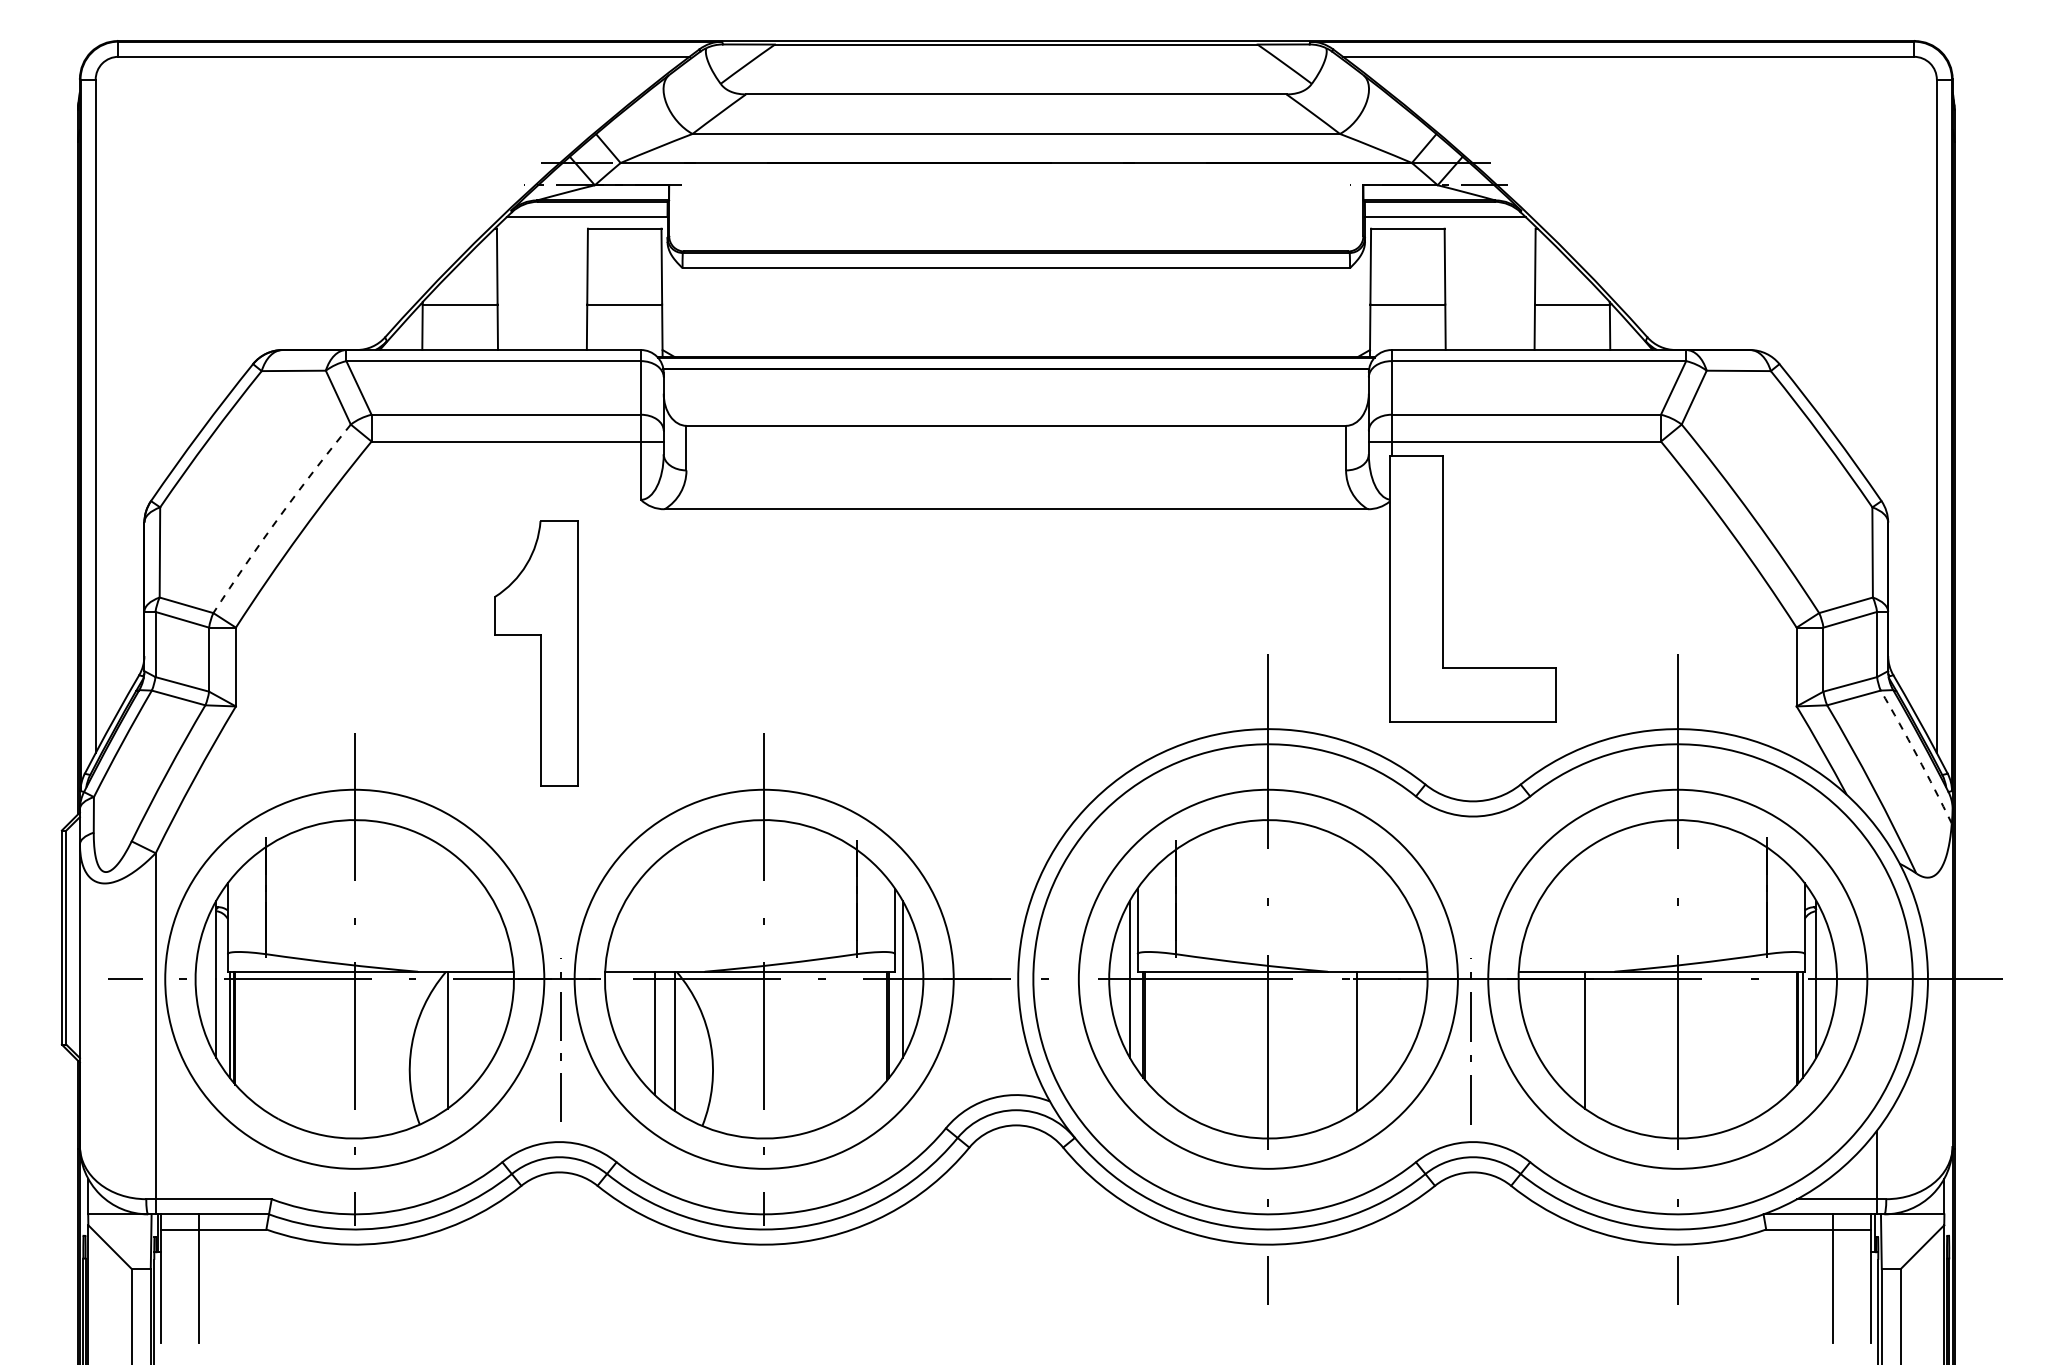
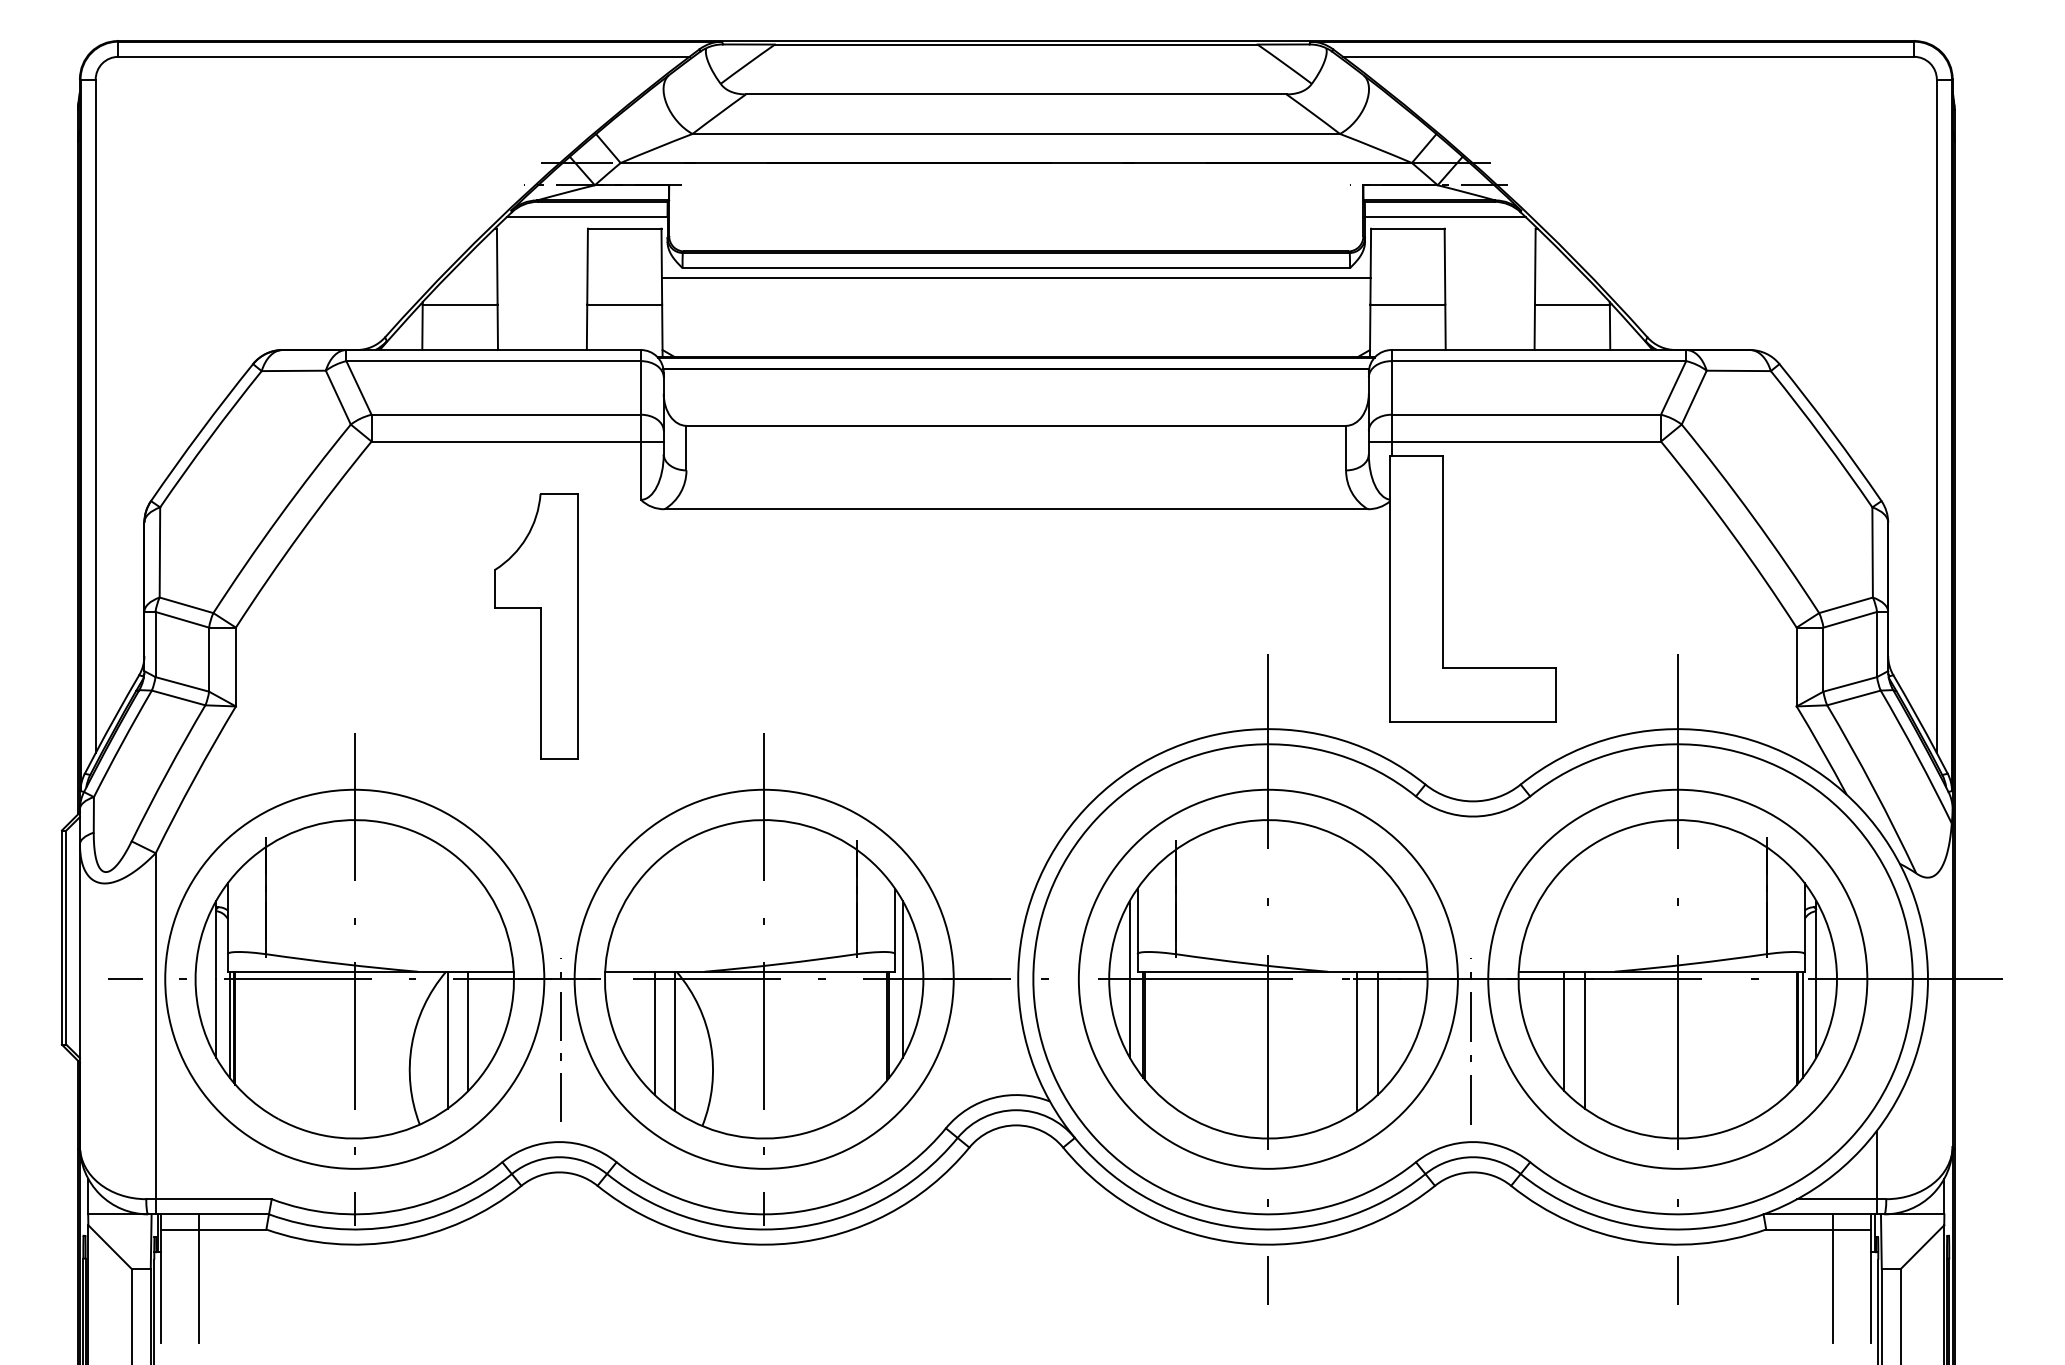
line at (1015, 278): none -> present
arc at (279, 516): dashed -> solid
part at (536, 653) position: (536, 653) -> (536, 626)
arc at (1917, 756): dashed -> solid
line at (468, 1031): none -> present
line at (1564, 1031): none -> present
line at (1377, 1032): none -> present
